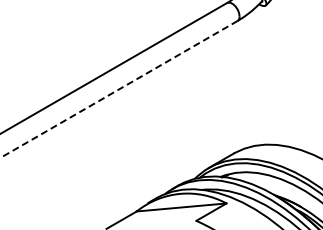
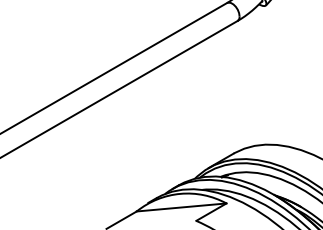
line at (118, 89): dashed -> solid
